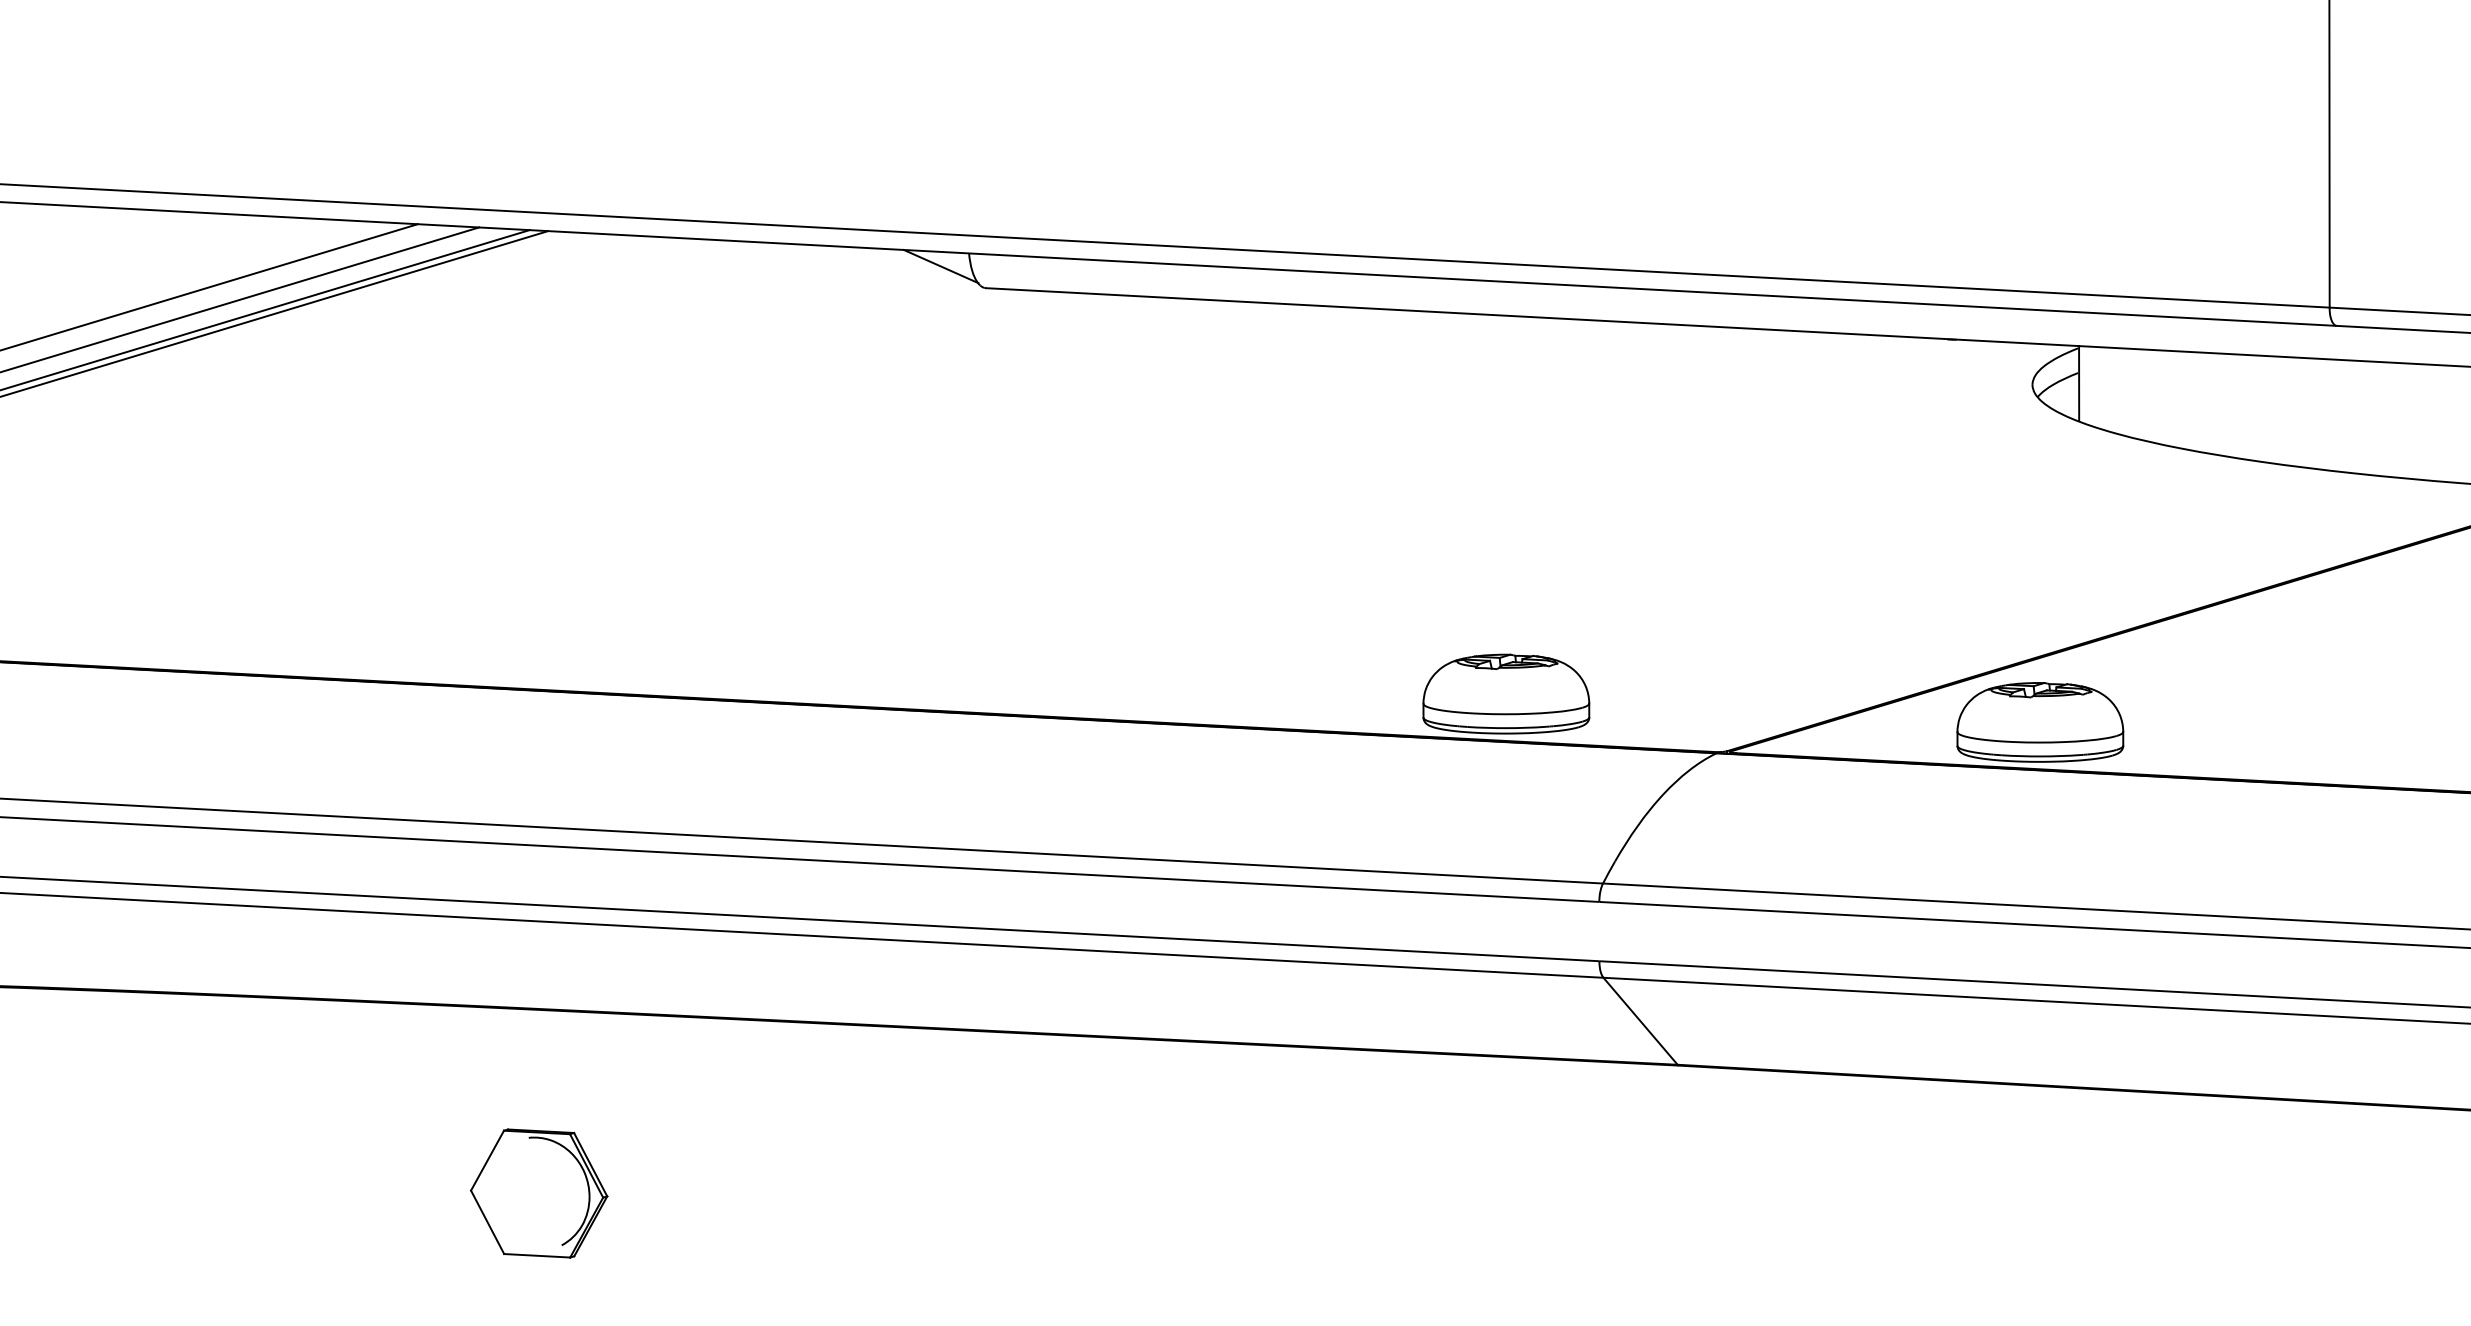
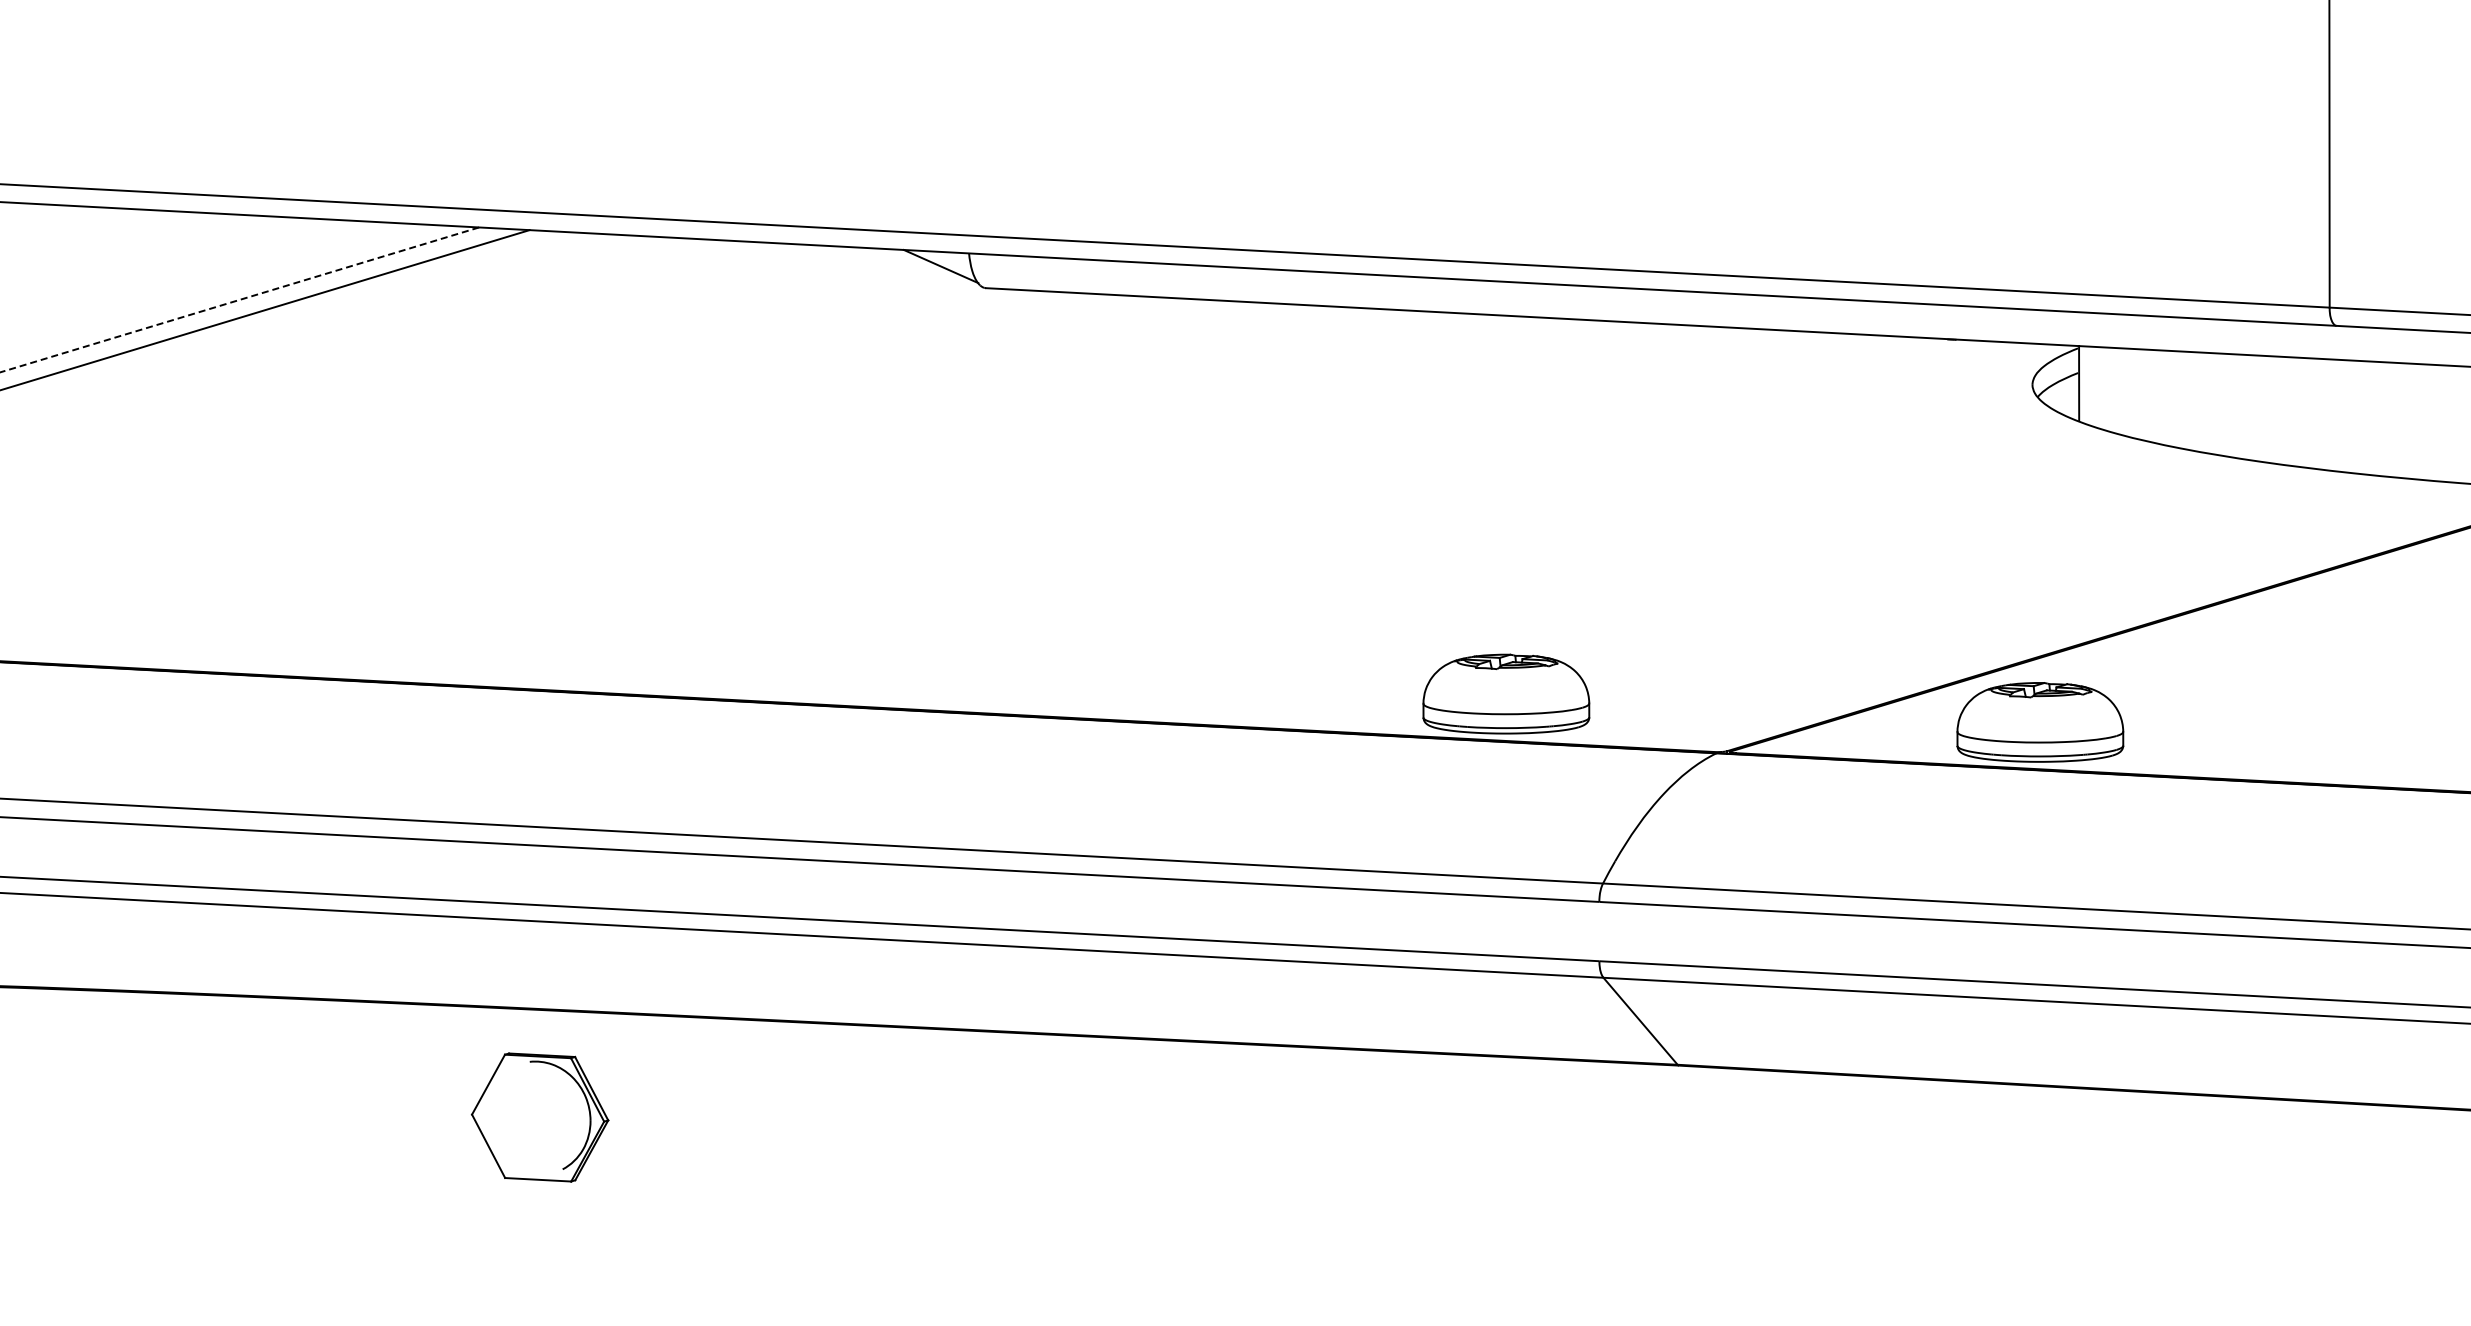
line at (209, 286): present -> none
line at (239, 299): solid -> dashed
line at (275, 313): present -> none
part at (539, 1193) position: (539, 1193) -> (540, 1117)
